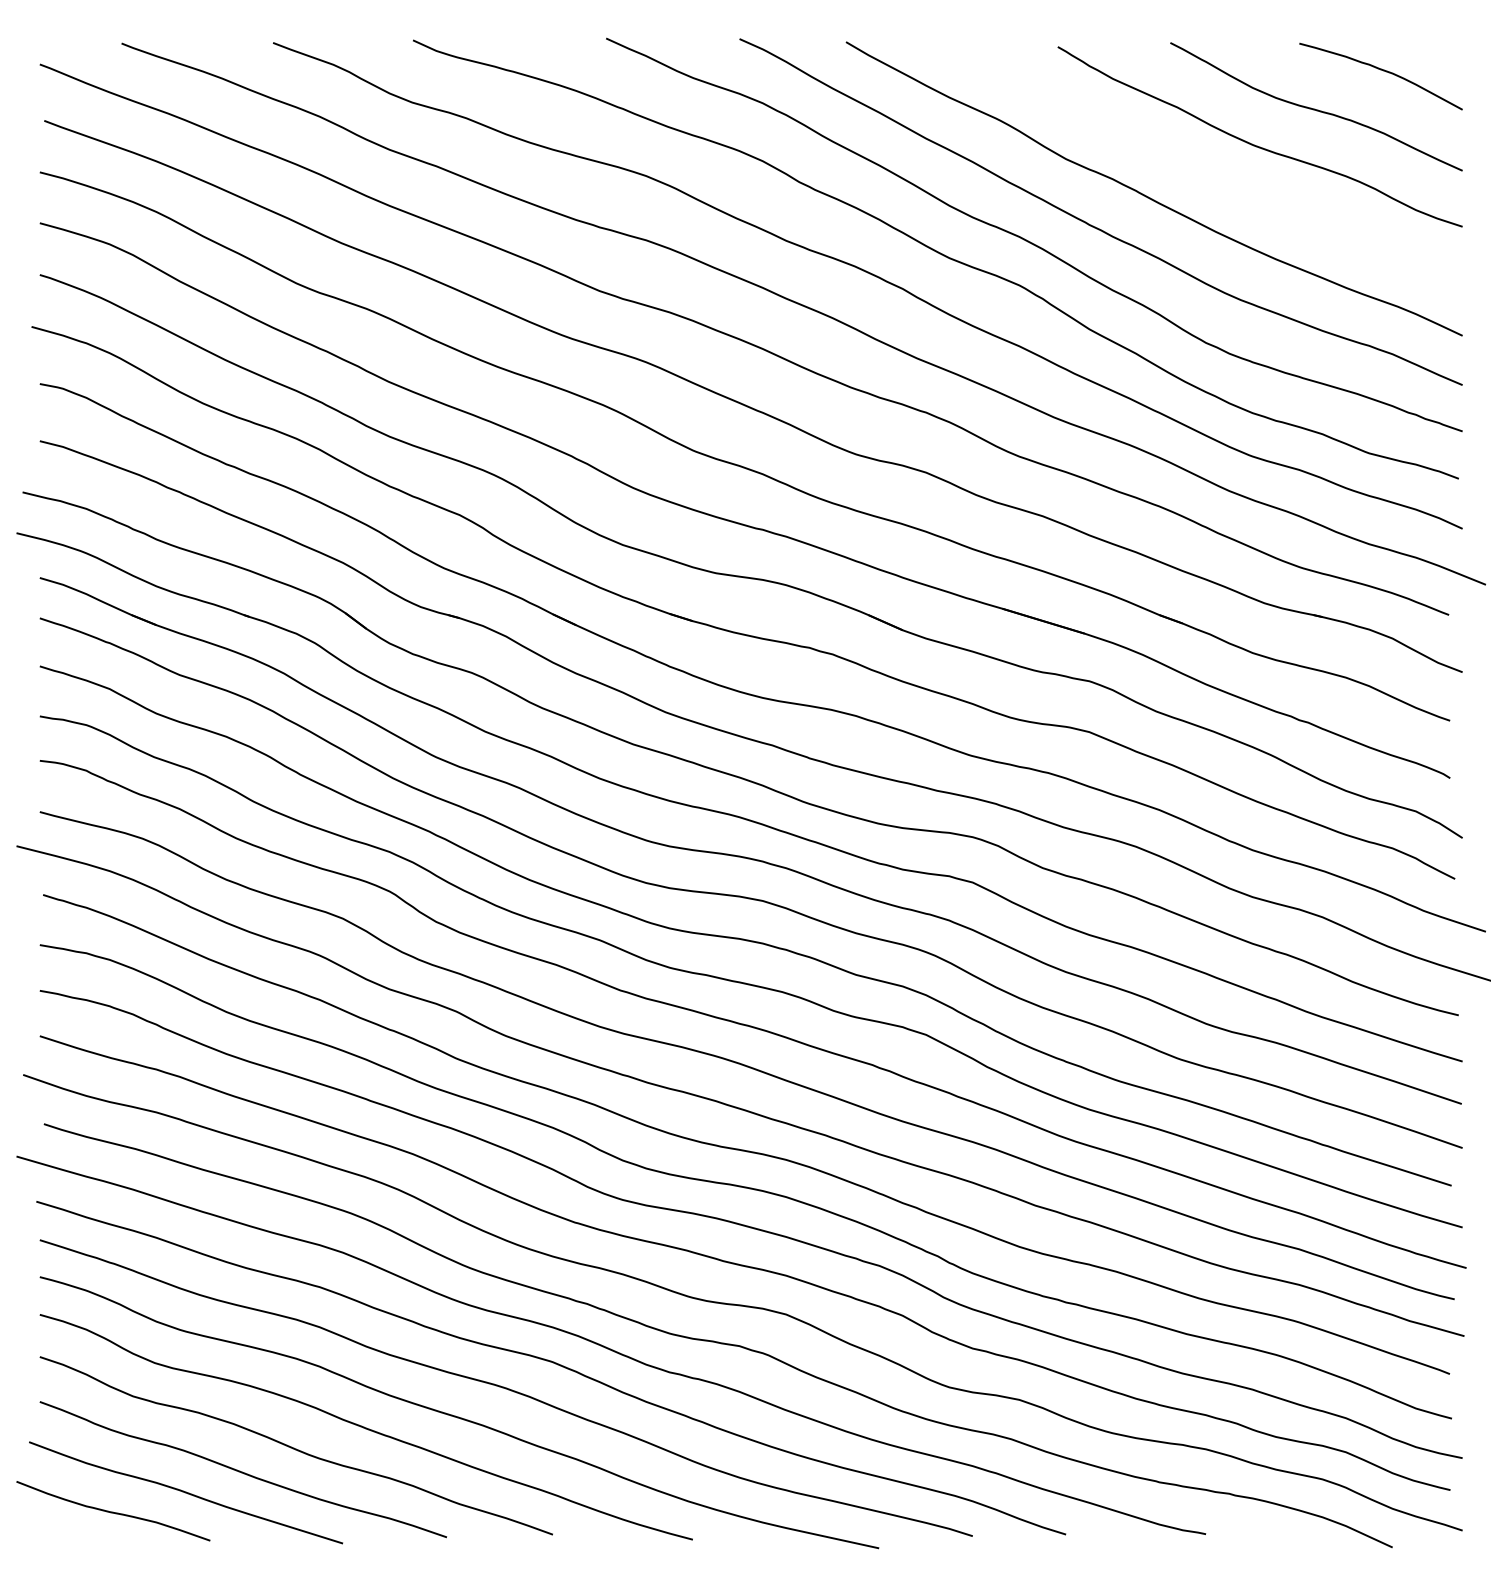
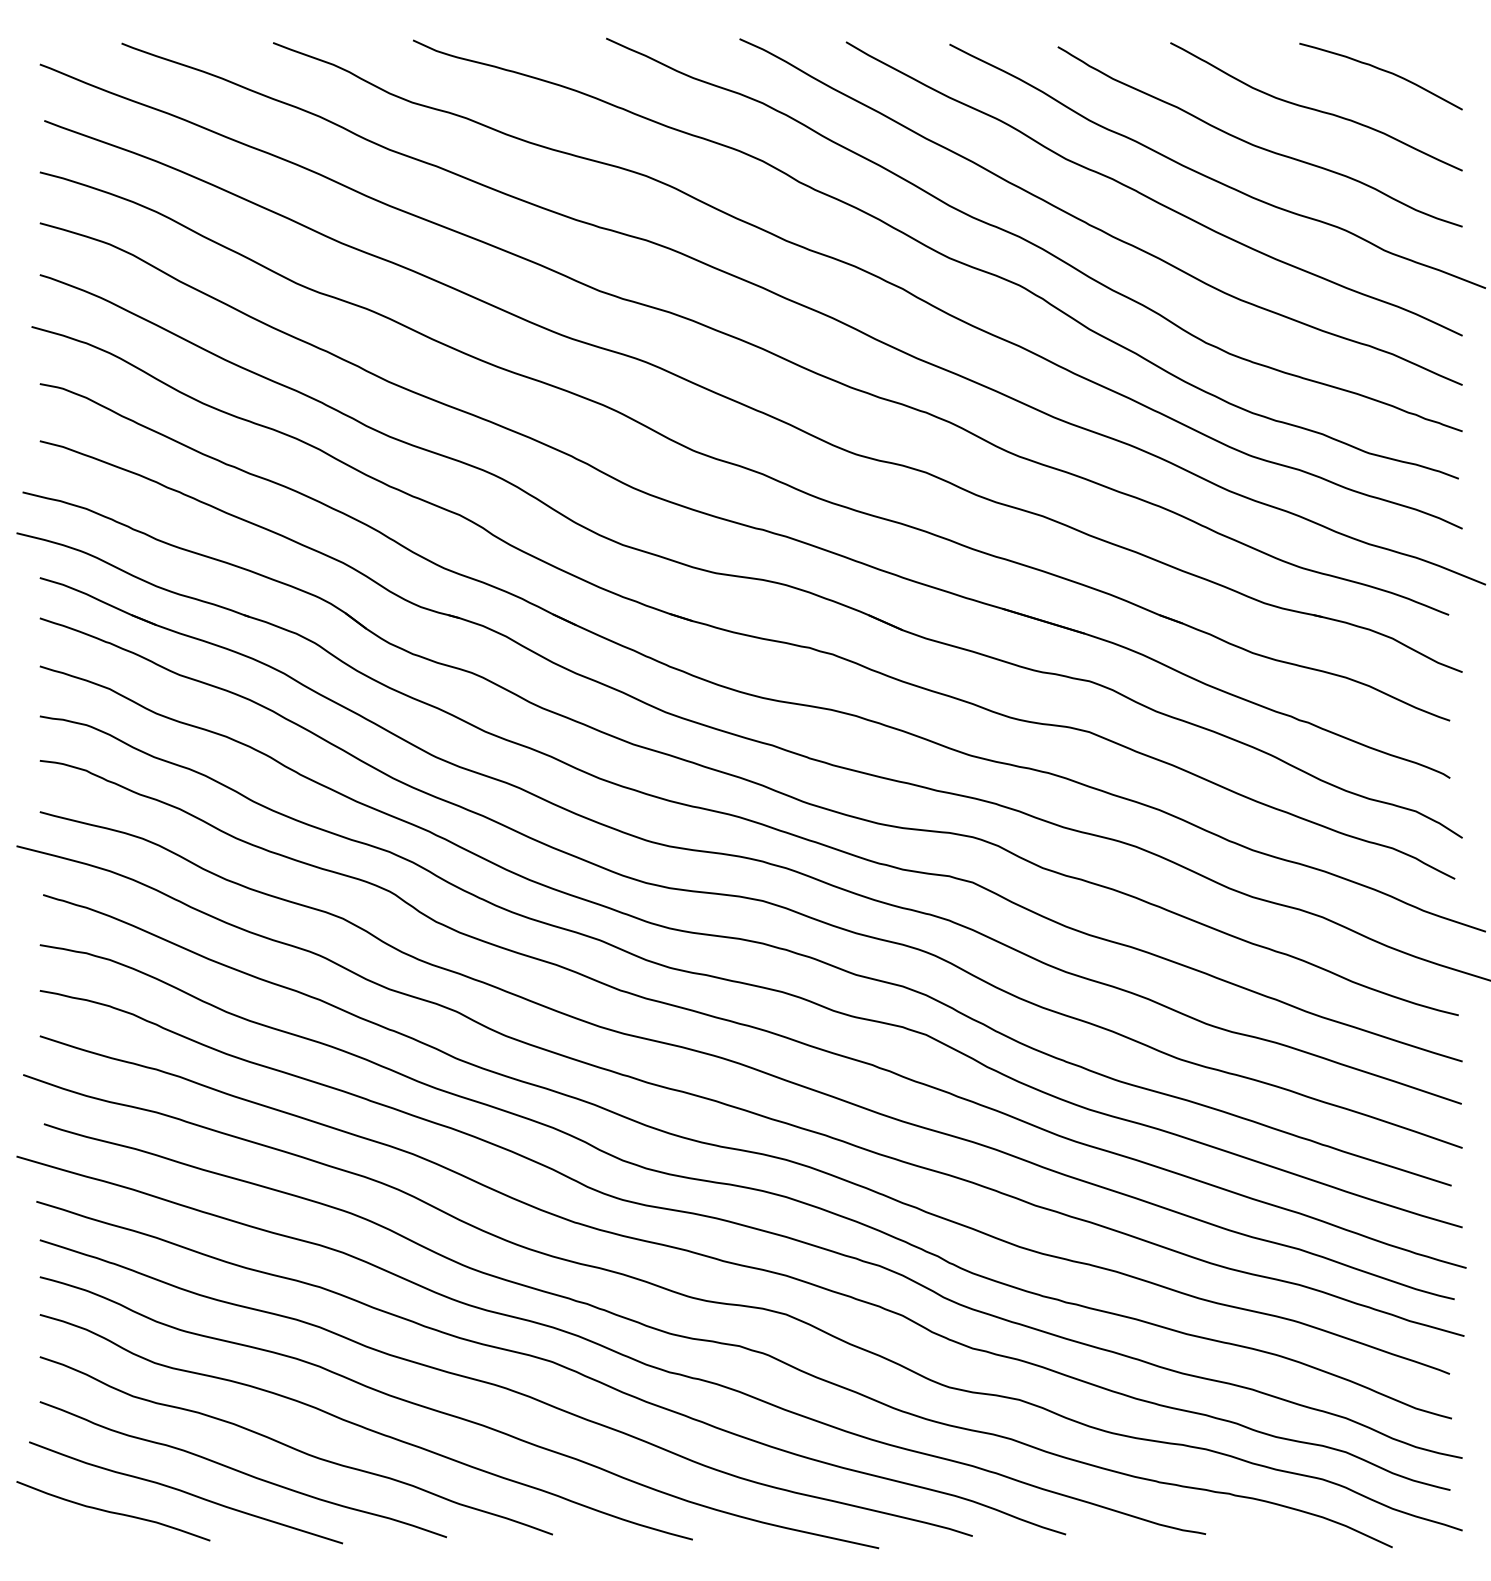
curve at (1211, 177): none -> present
